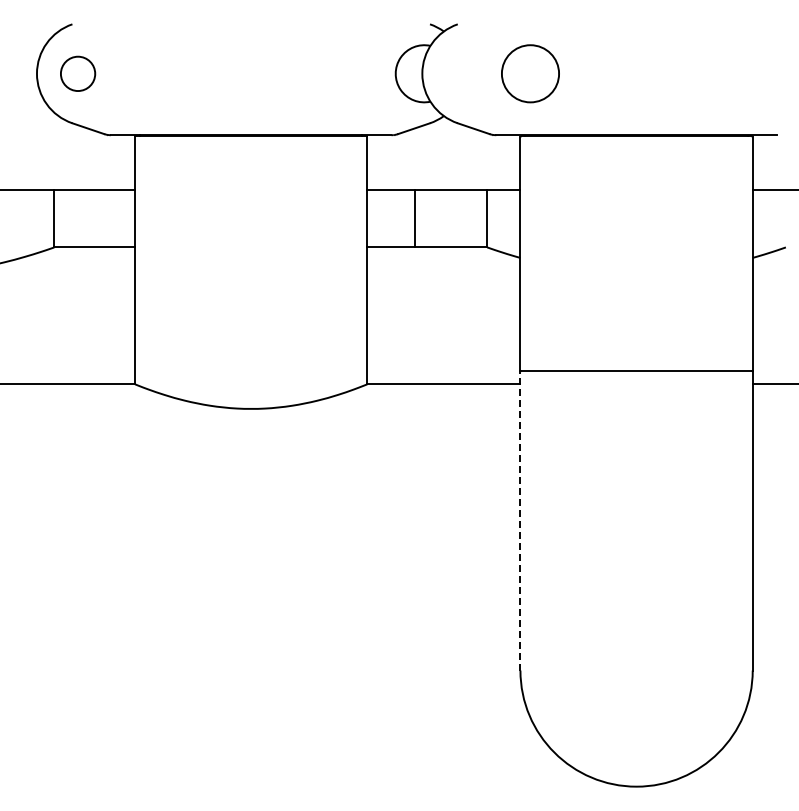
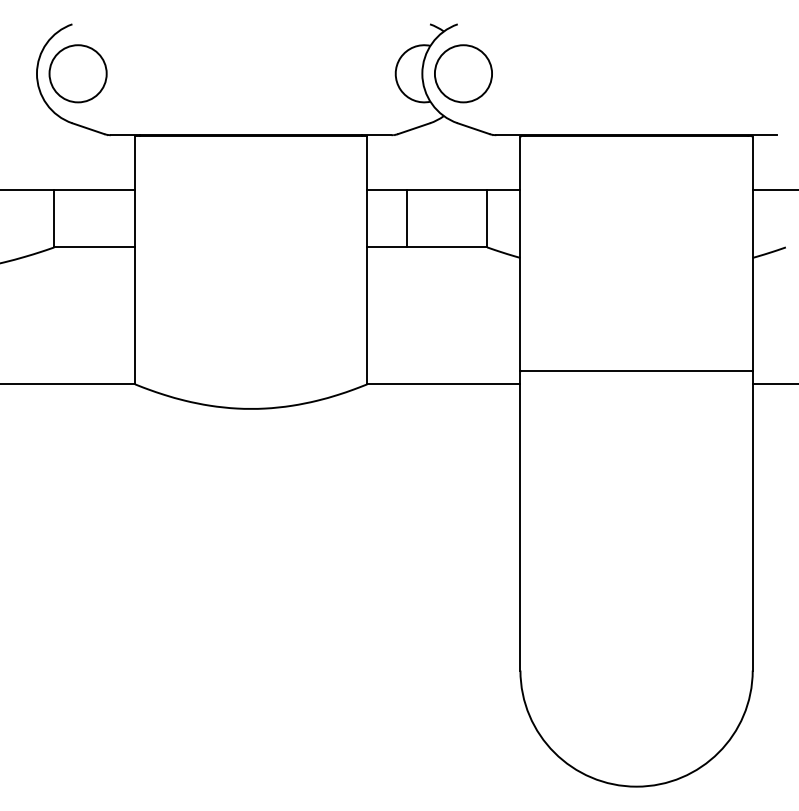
circle at (78, 73) size: 37x37 px -> 60x60 px
circle at (530, 73) position: (530, 73) -> (463, 73)
line at (414, 218) position: (414, 218) -> (406, 218)
line at (520, 520): dashed -> solid
